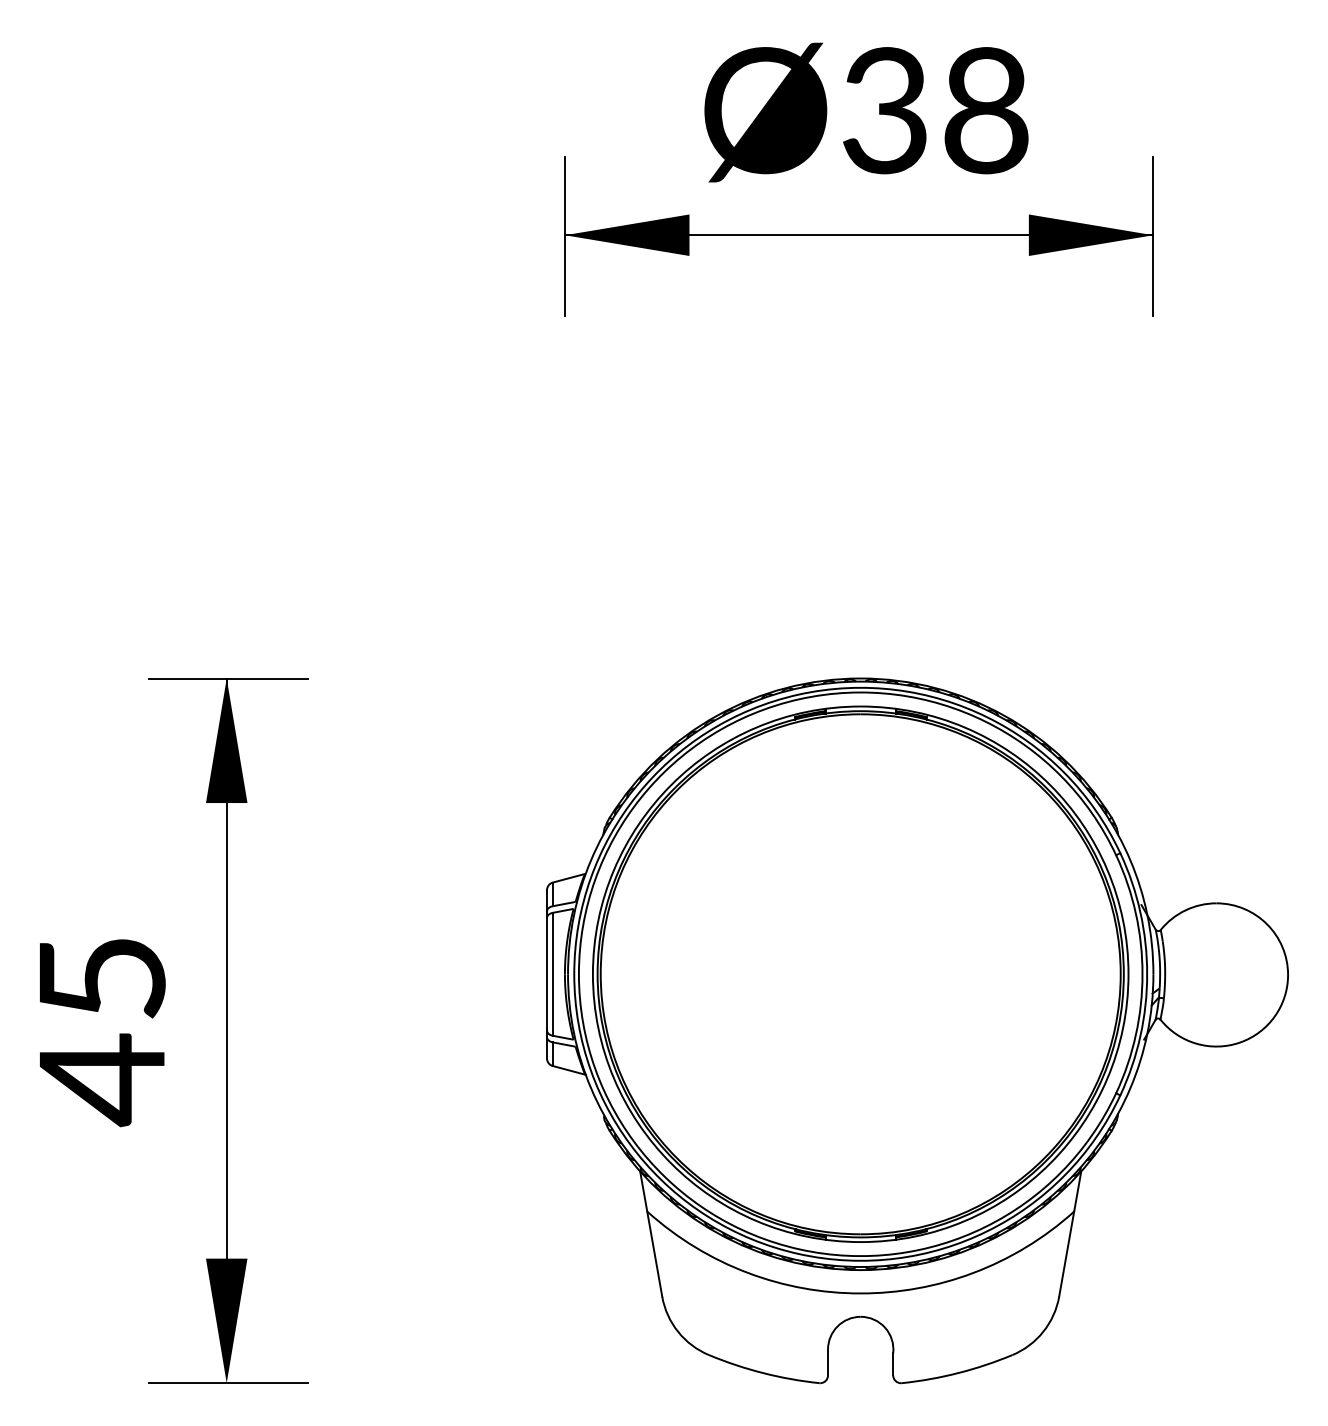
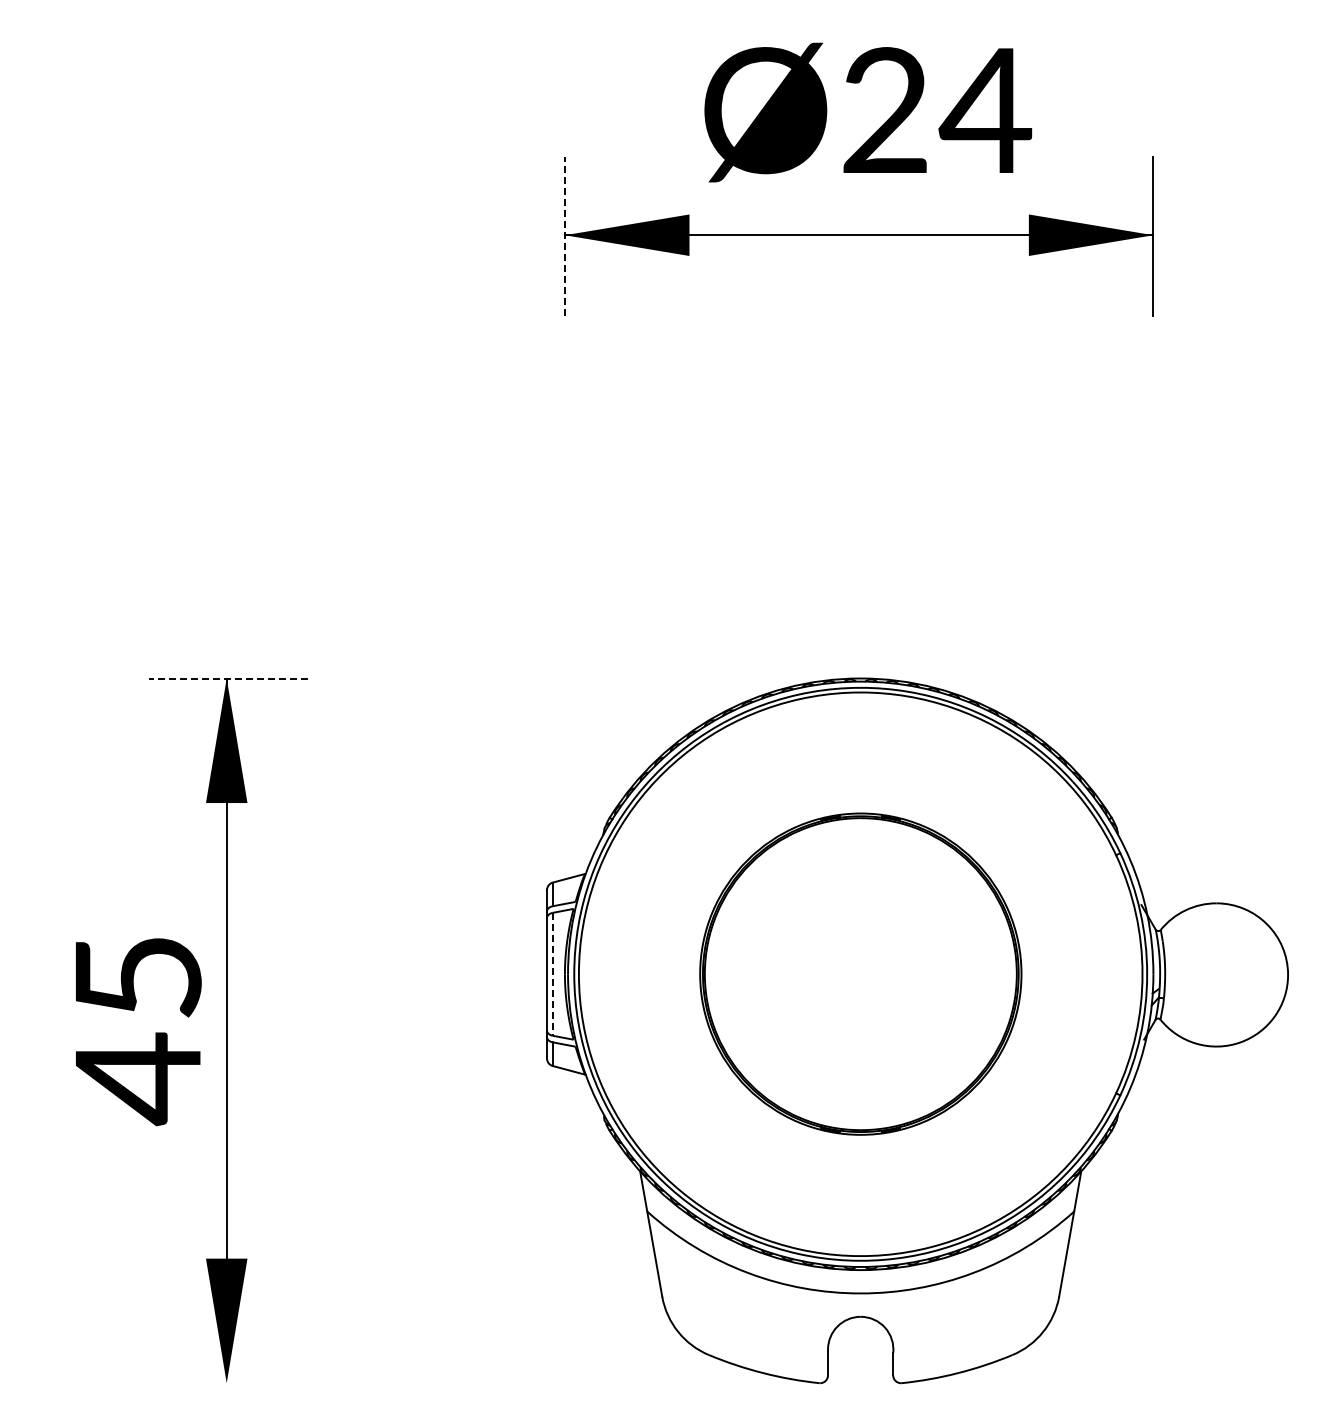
text at (937, 110): Ø38 -> Ø24
line at (564, 236): solid -> dashed
line at (228, 678): solid -> dashed
part at (860, 973) size: 538x538 px -> 324x324 px
line at (552, 974): solid -> dashed
text at (102, 1033) position: (102, 1033) -> (138, 1032)
line at (227, 1383): present -> none
